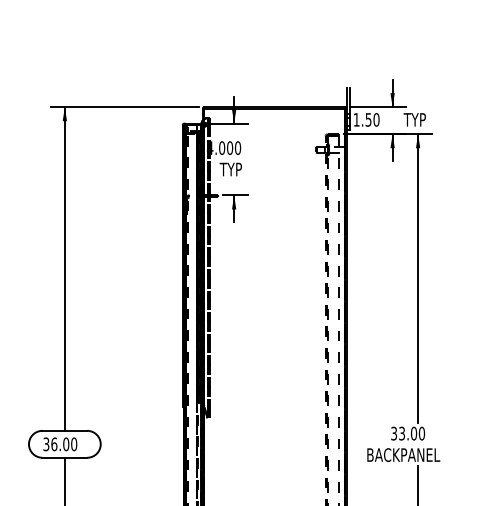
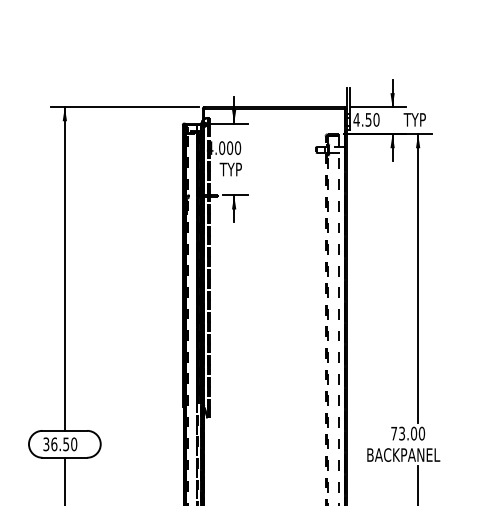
text at (356, 119): 1.50 -> 4.50
text at (394, 433): 33.00 -> 73.00
text at (66, 444): 36.00 -> 36.50
